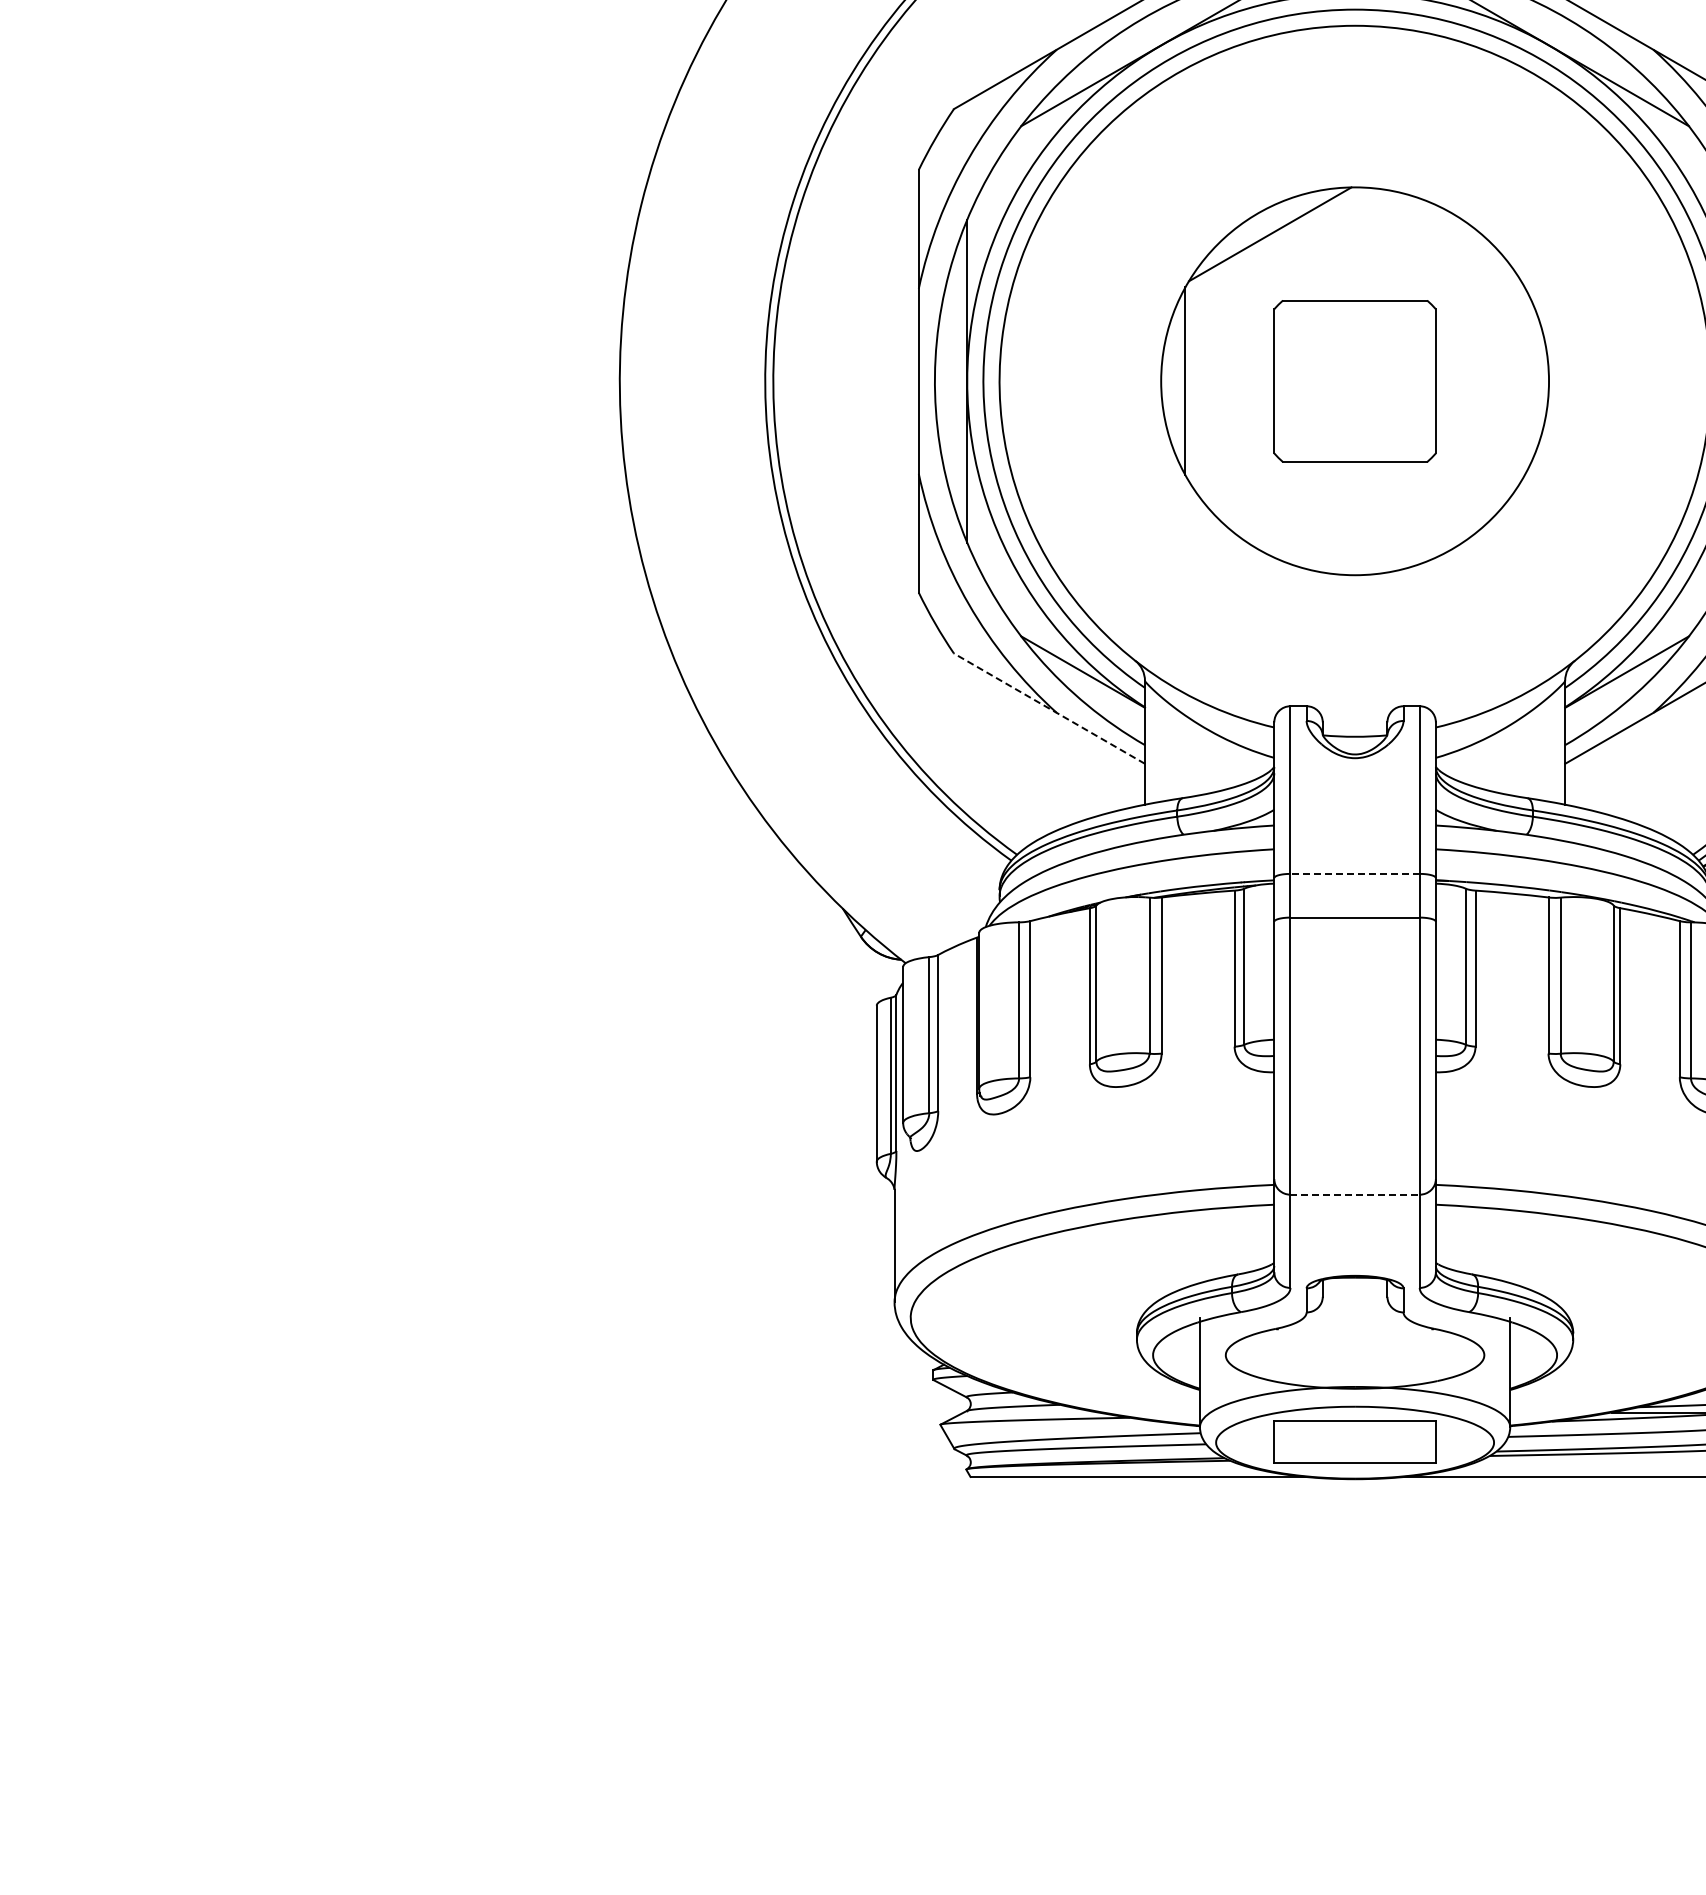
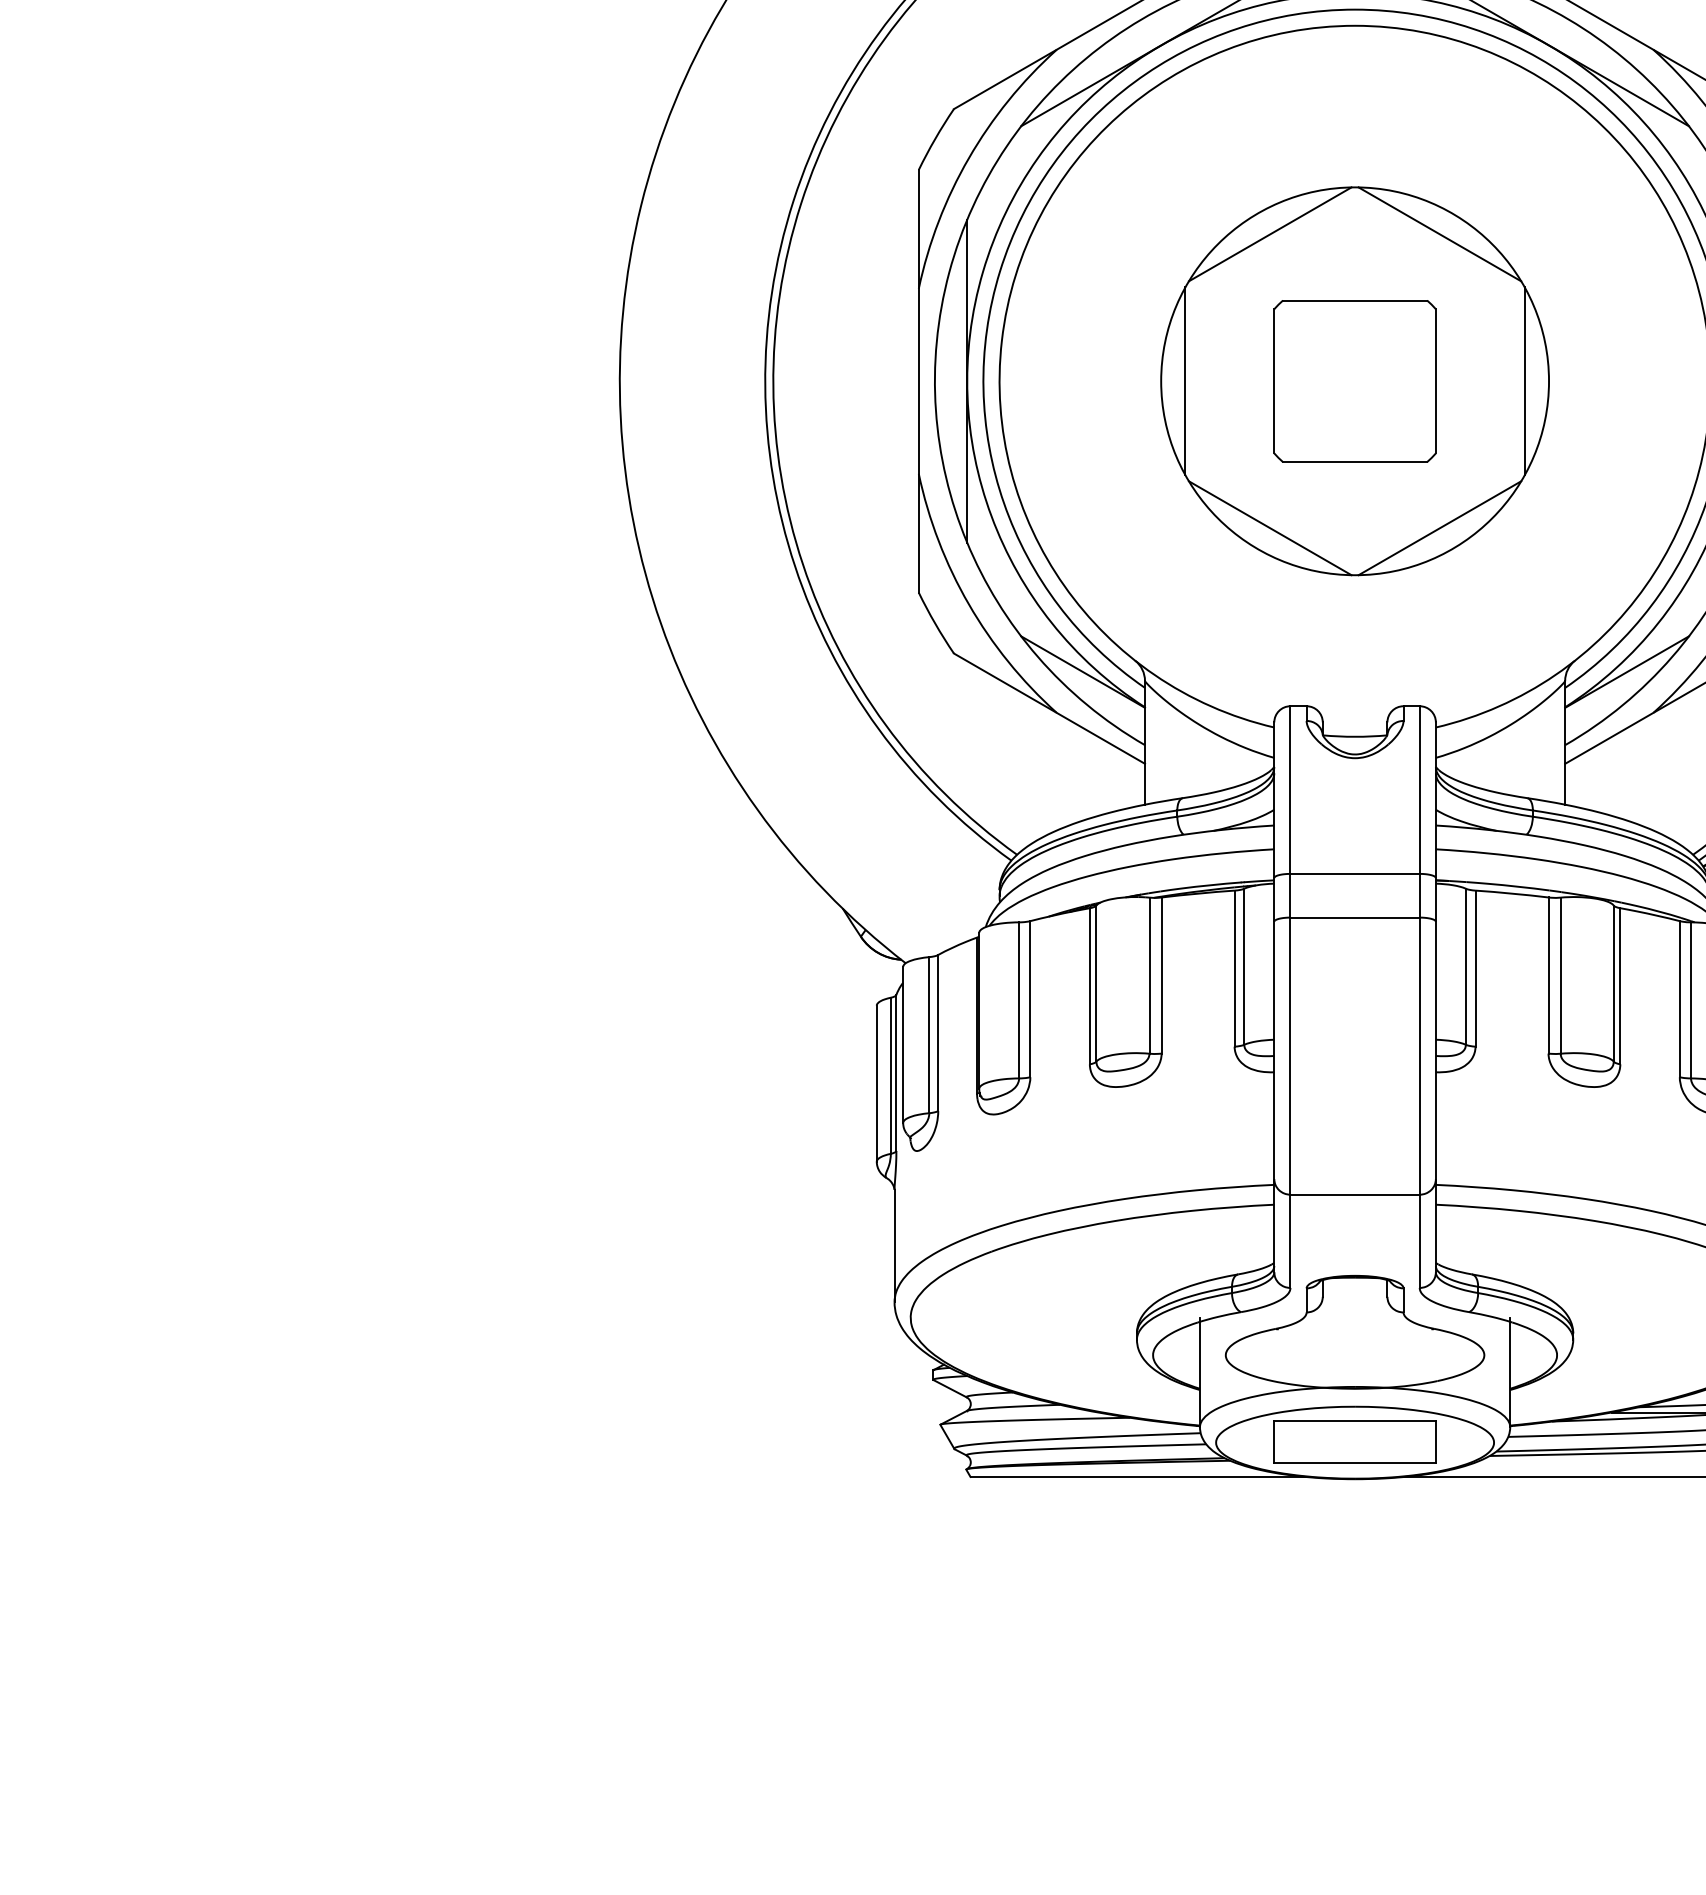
line at (1439, 234): none -> present
line at (1524, 381): none -> present
line at (1269, 528): none -> present
line at (1439, 528): none -> present
line at (1049, 708): dashed -> solid
line at (1355, 873): dashed -> solid
line at (1355, 1194): dashed -> solid
